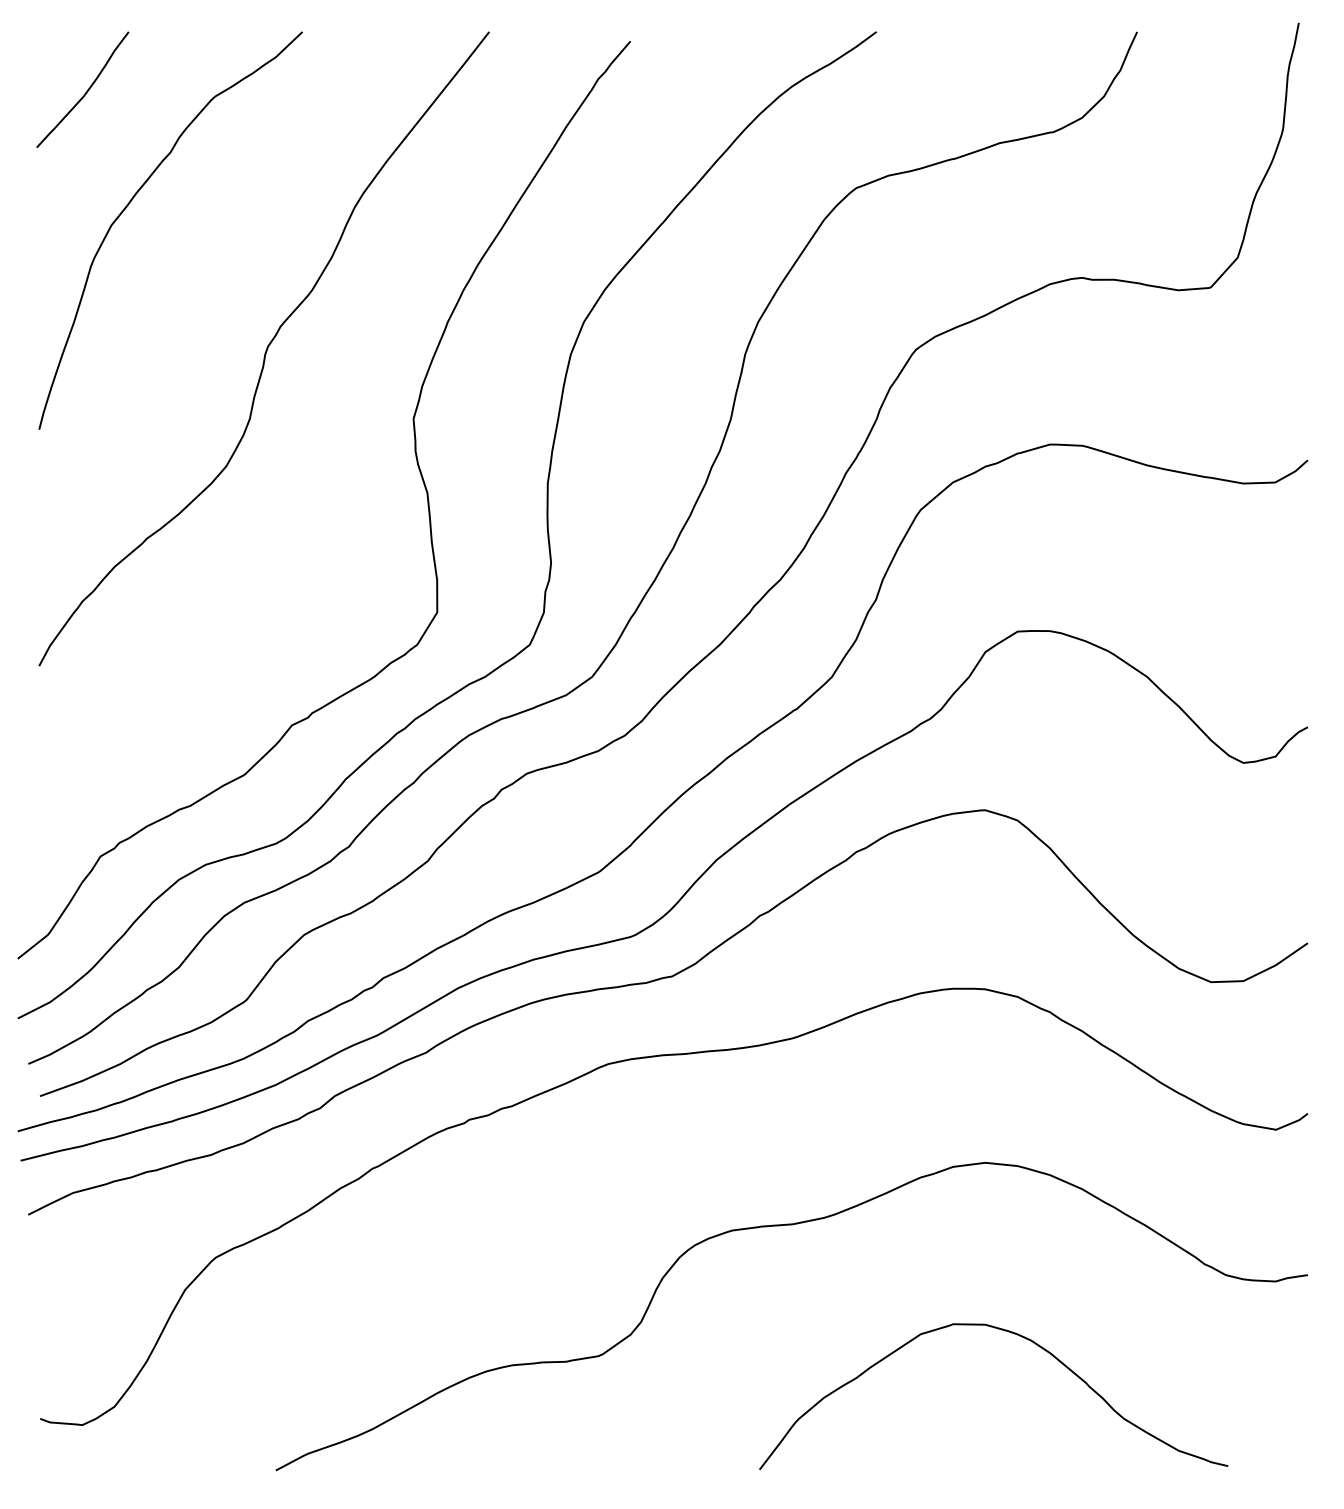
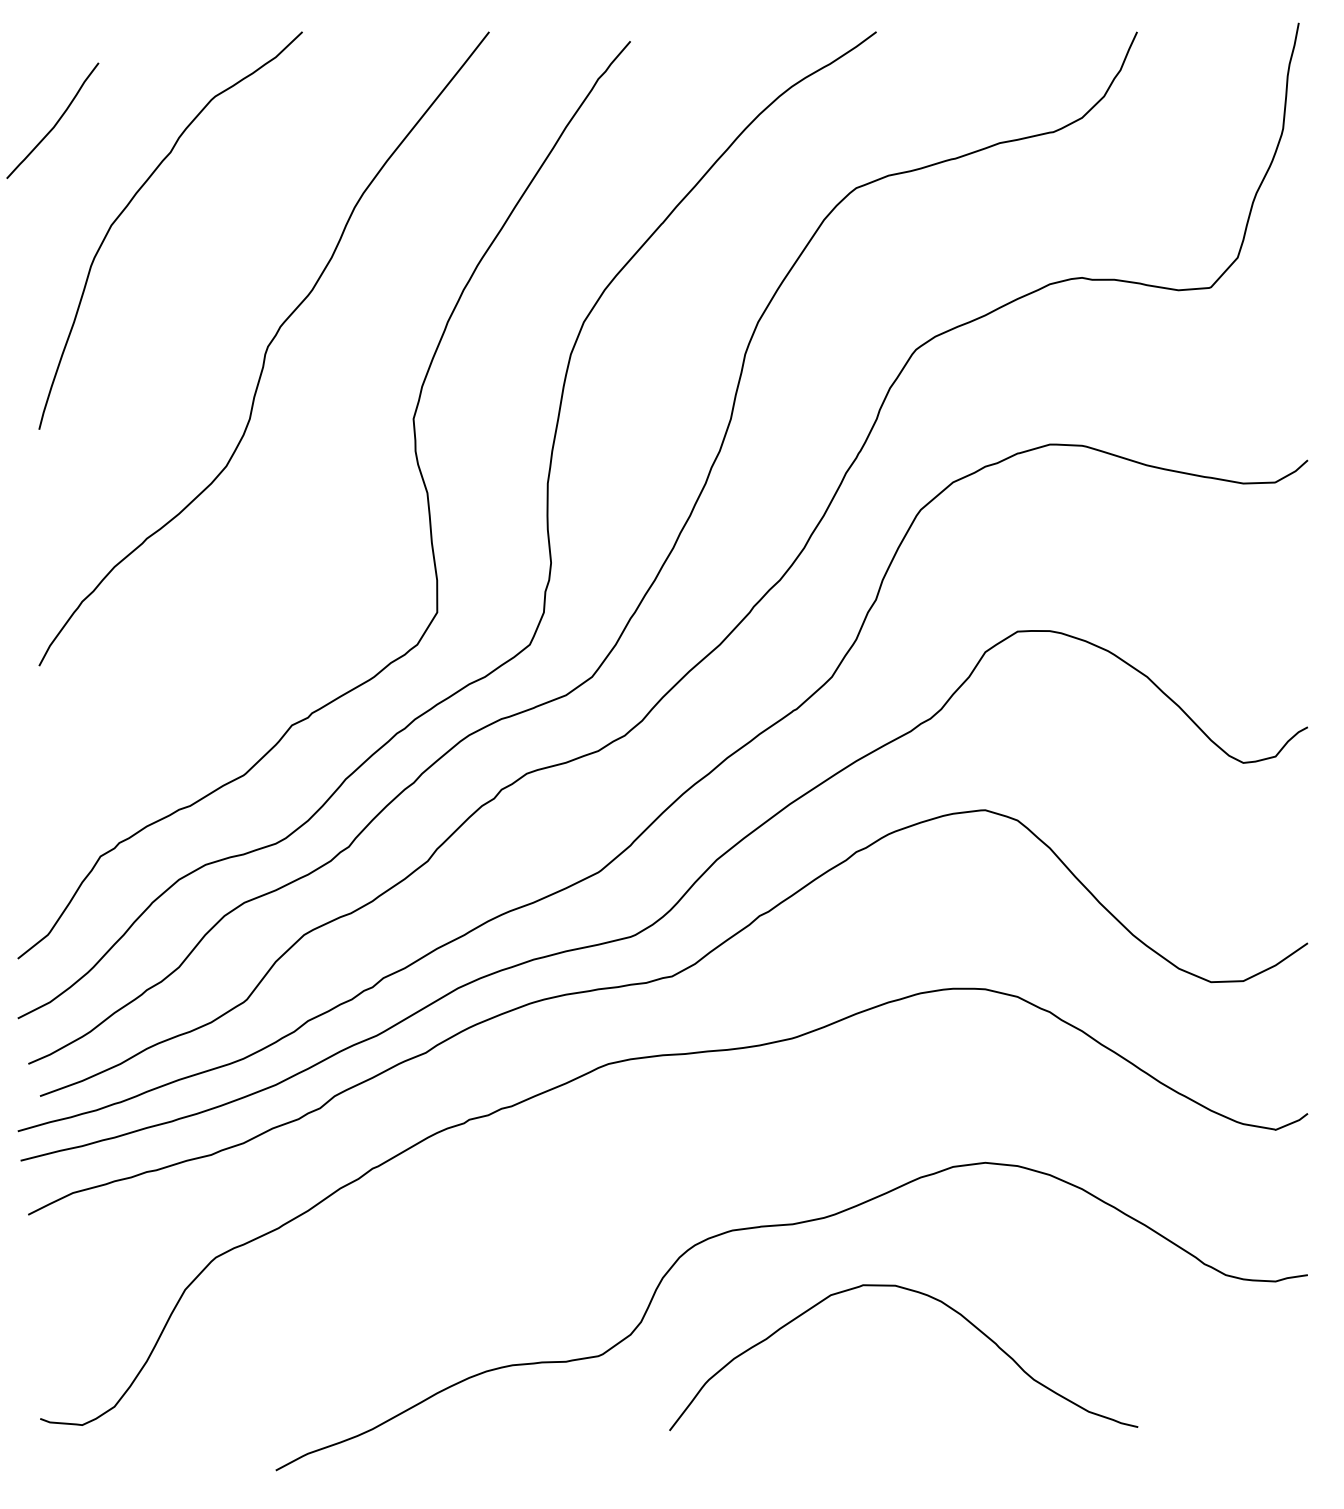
curve at (86, 90) position: (86, 90) -> (56, 121)
curve at (1023, 1338) position: (1023, 1338) -> (933, 1299)
